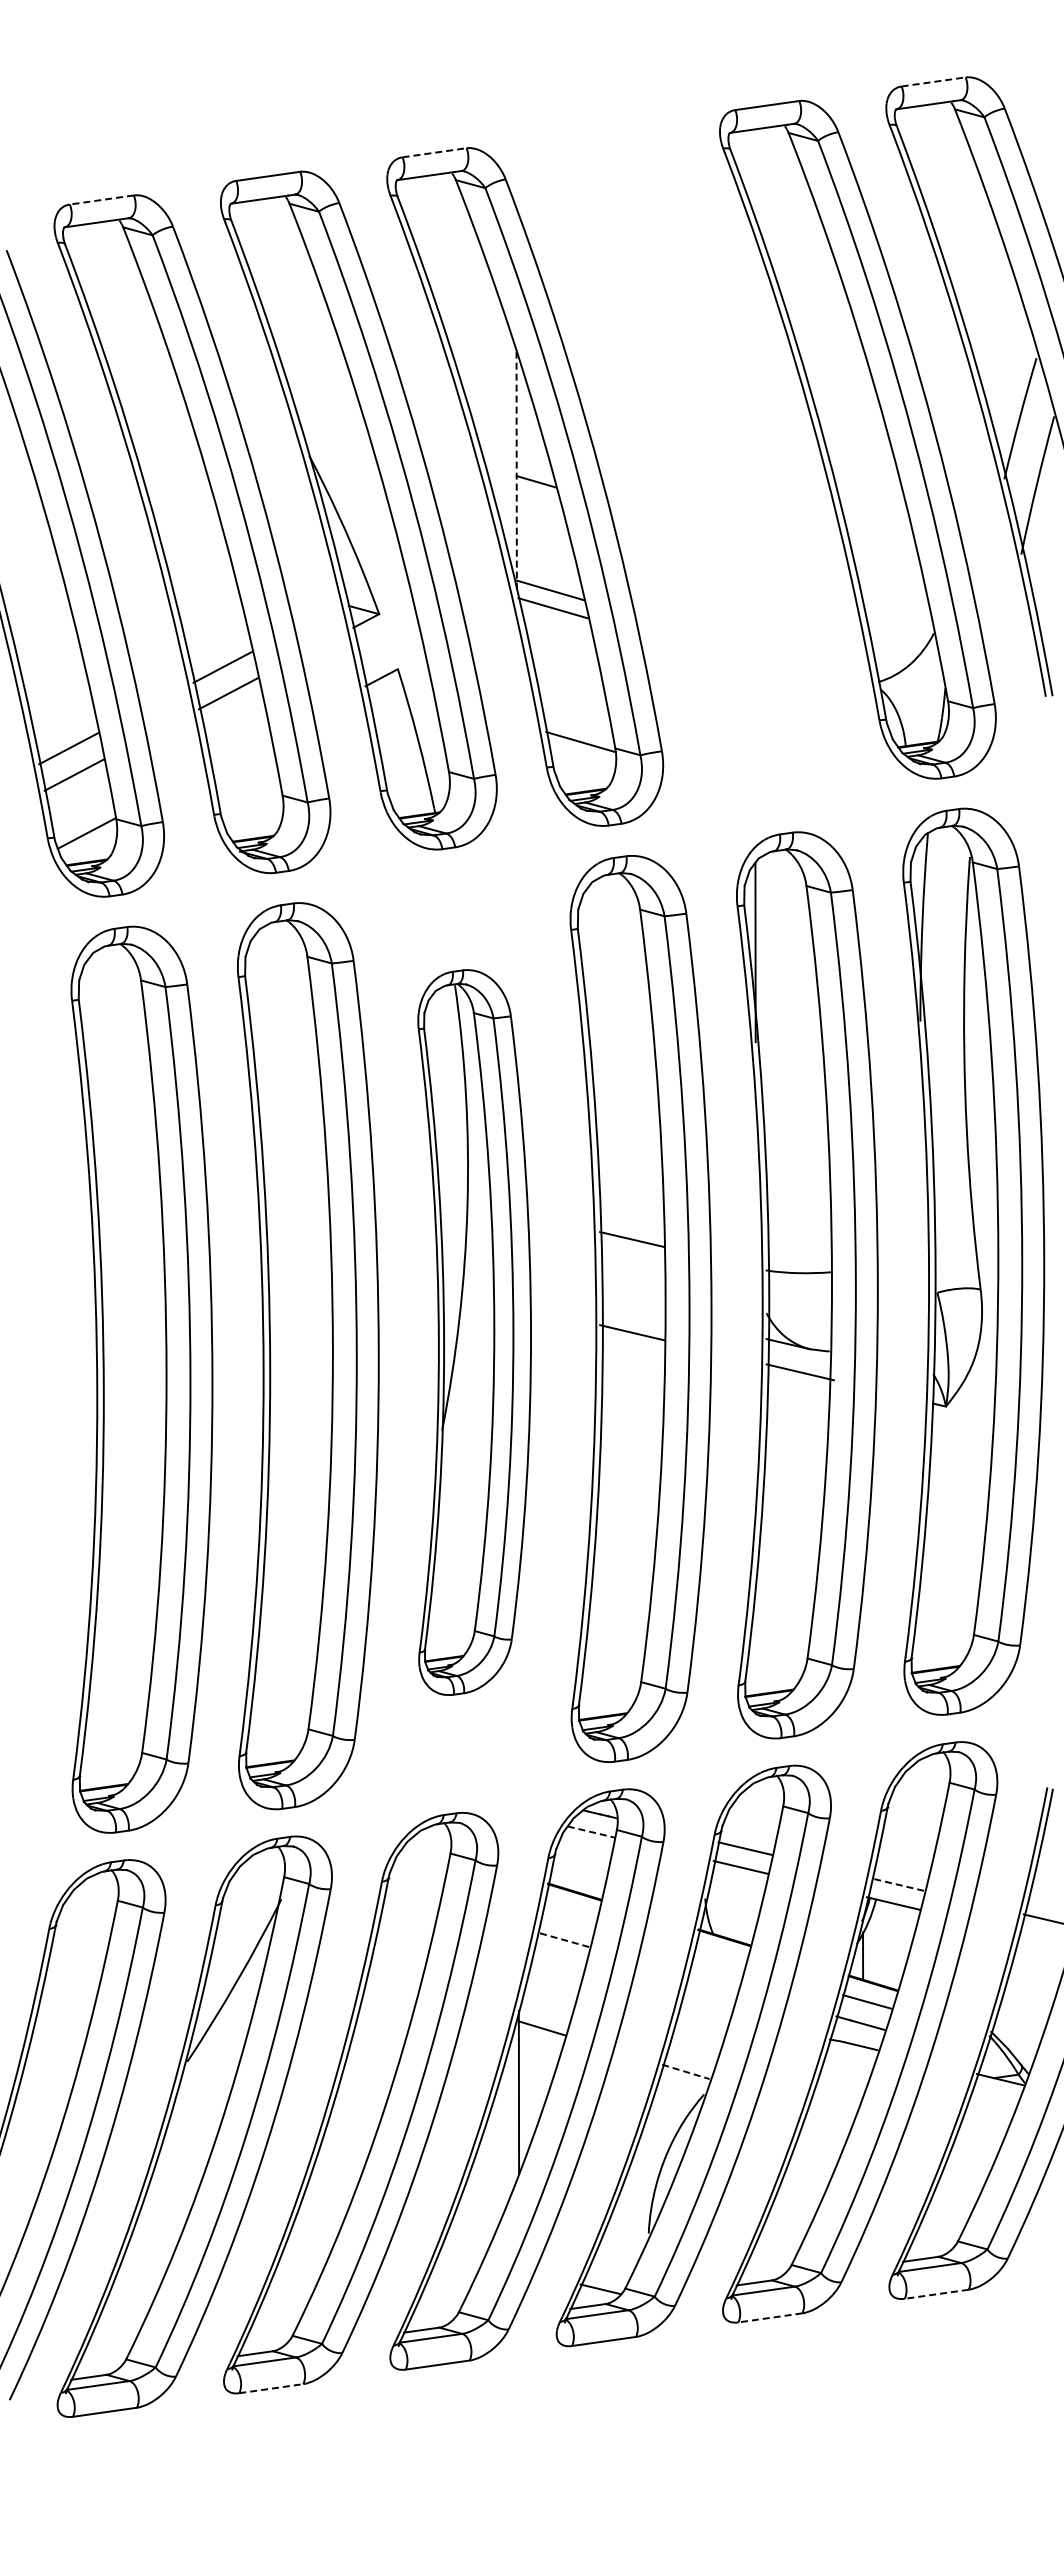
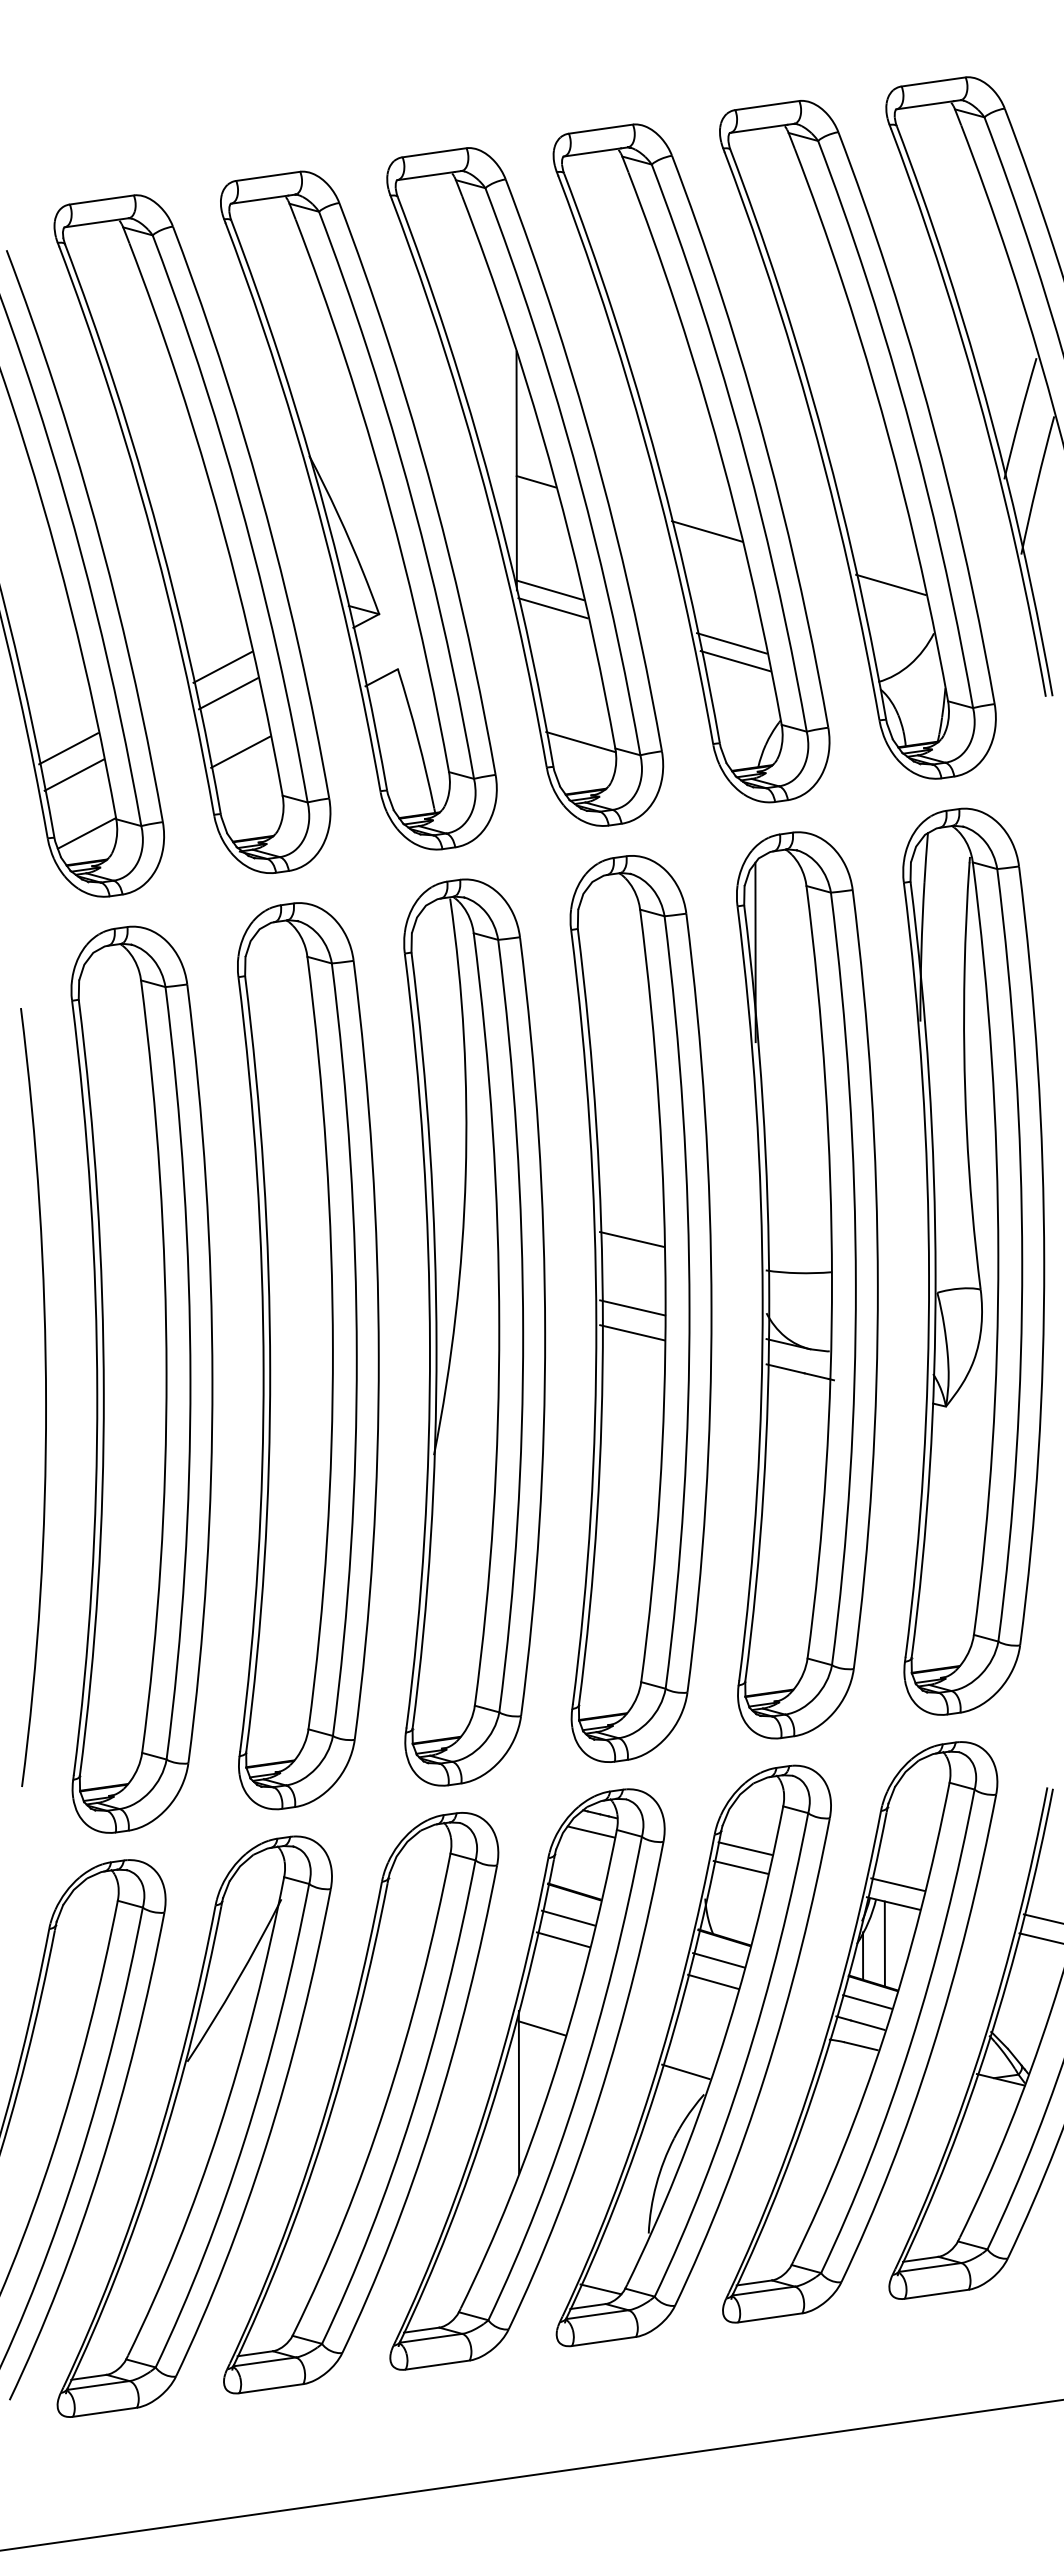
line at (934, 81): dashed -> solid
line at (435, 152): dashed -> solid
line at (101, 200): dashed -> solid
part at (691, 463): none -> present
line at (516, 471): dashed -> solid
line at (890, 584): none -> present
line at (240, 751): none -> present
line at (632, 1307): none -> present
part at (474, 1332) size: 115x727 px -> 143x909 px
curve at (45, 1397): none -> present
line at (591, 1832): dashed -> solid
line at (897, 1884): dashed -> solid
line at (567, 1917): none -> present
line at (1039, 1938): none -> present
line at (562, 1939): dashed -> solid
line at (884, 1943): none -> present
line at (718, 1960): none -> present
line at (713, 1981): none -> present
line at (685, 2071): dashed -> solid
line at (936, 2294): dashed -> solid
line at (769, 2317): dashed -> solid
line at (271, 2388): dashed -> solid
line at (531, 2475): none -> present
